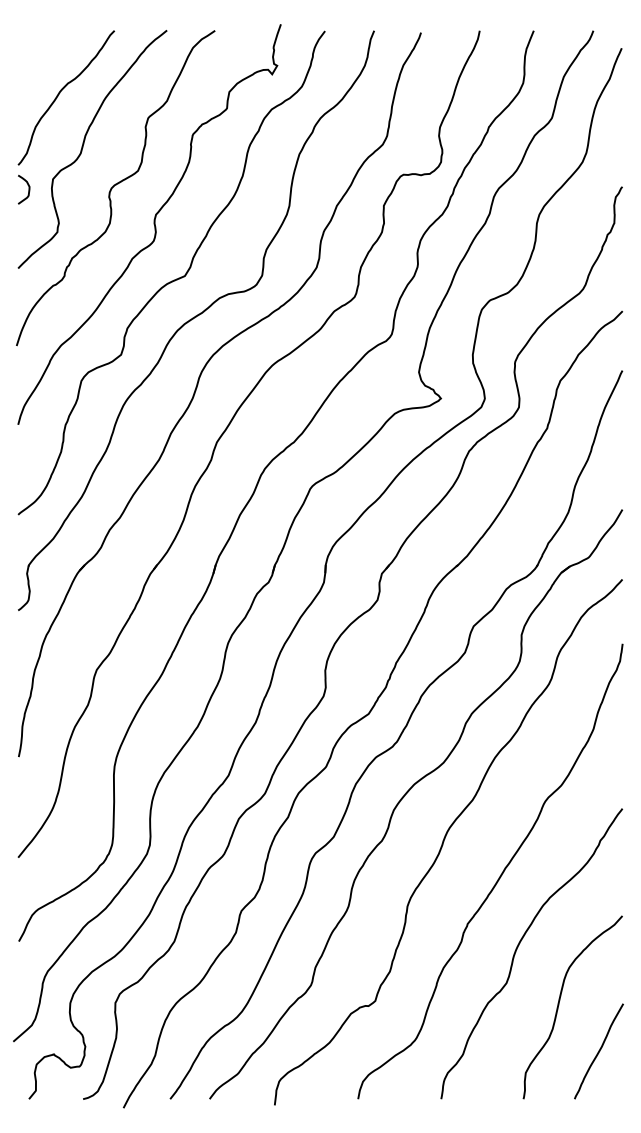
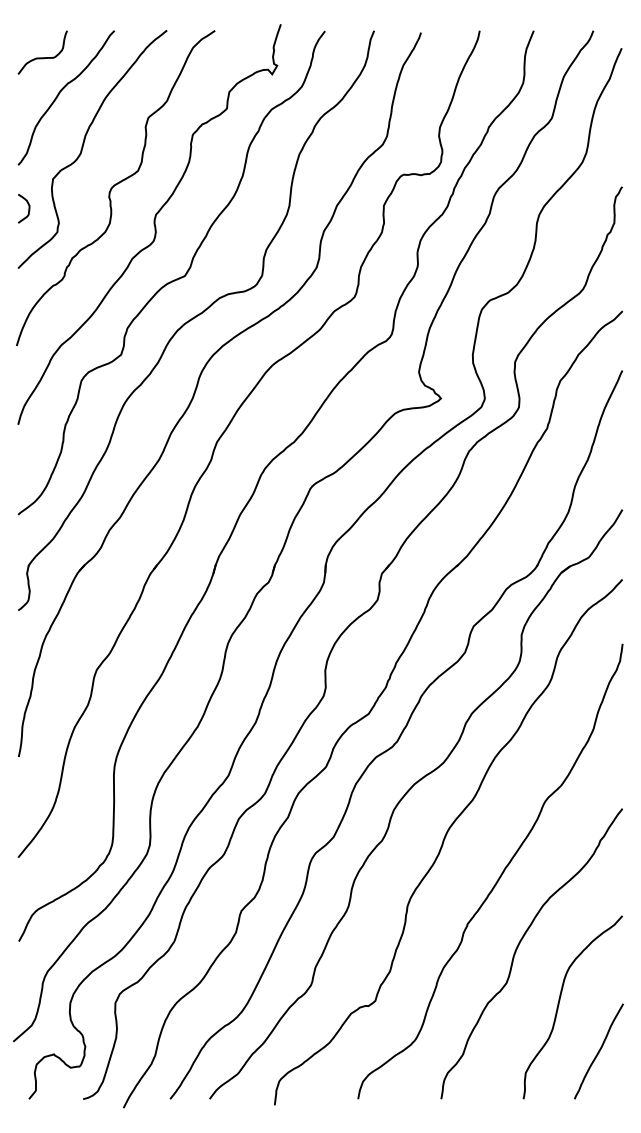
curve at (42, 57): none -> present
curve at (28, 189) position: (28, 189) -> (28, 208)
